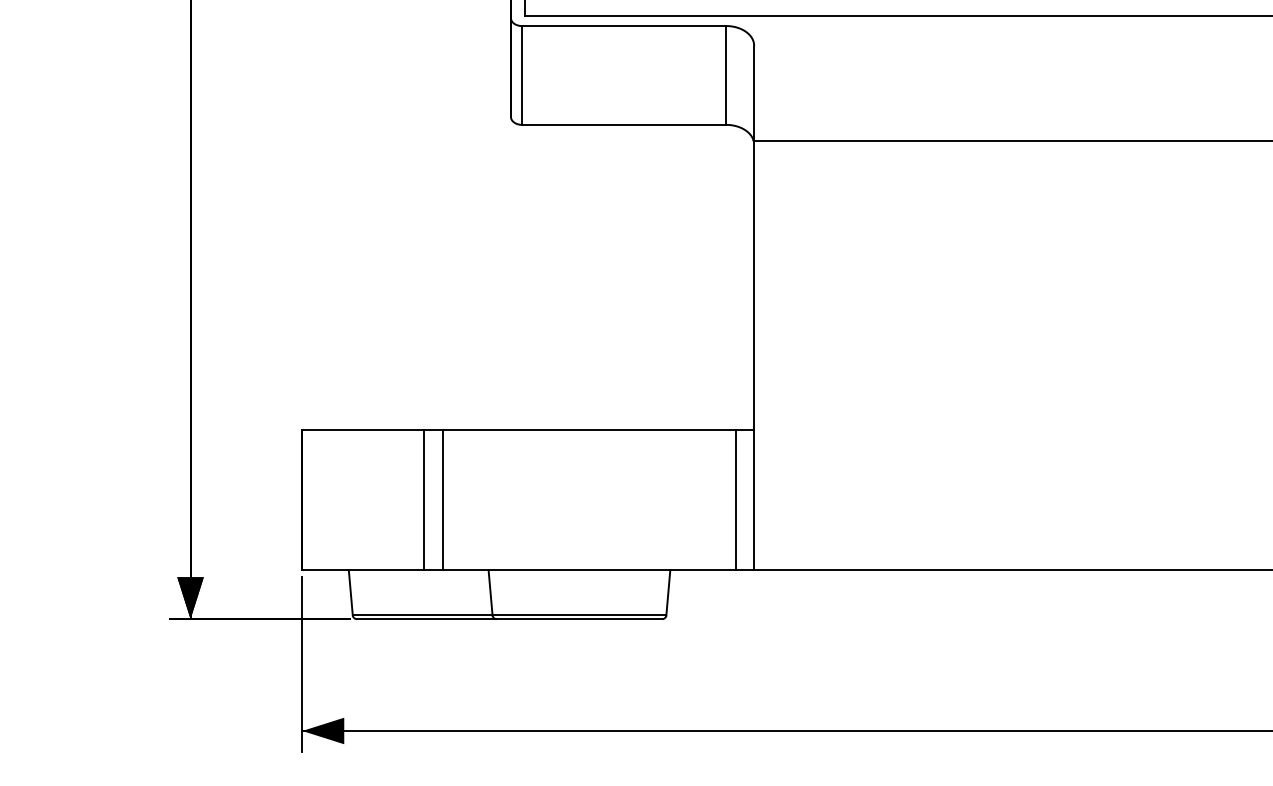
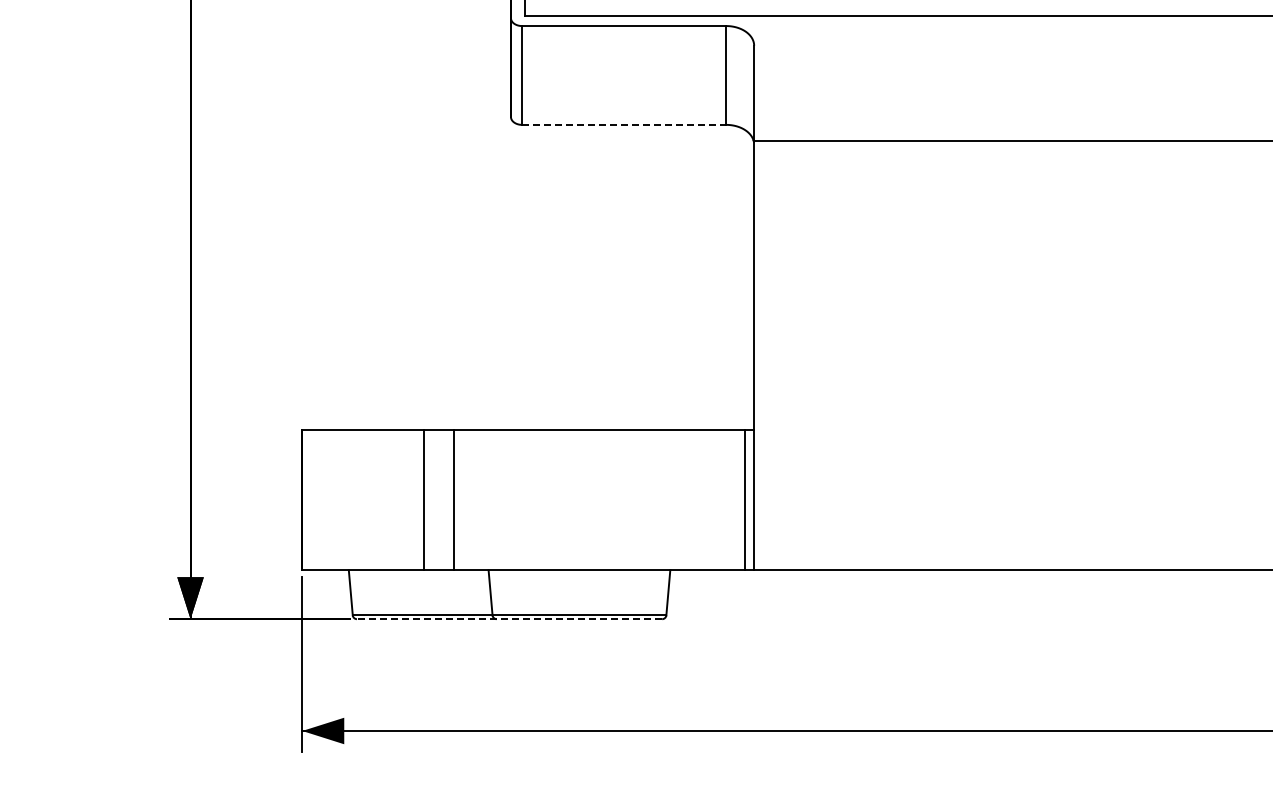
line at (624, 124): solid -> dashed
line at (442, 500) position: (442, 500) -> (453, 500)
line at (735, 500) position: (735, 500) -> (744, 500)
line at (509, 619): solid -> dashed
